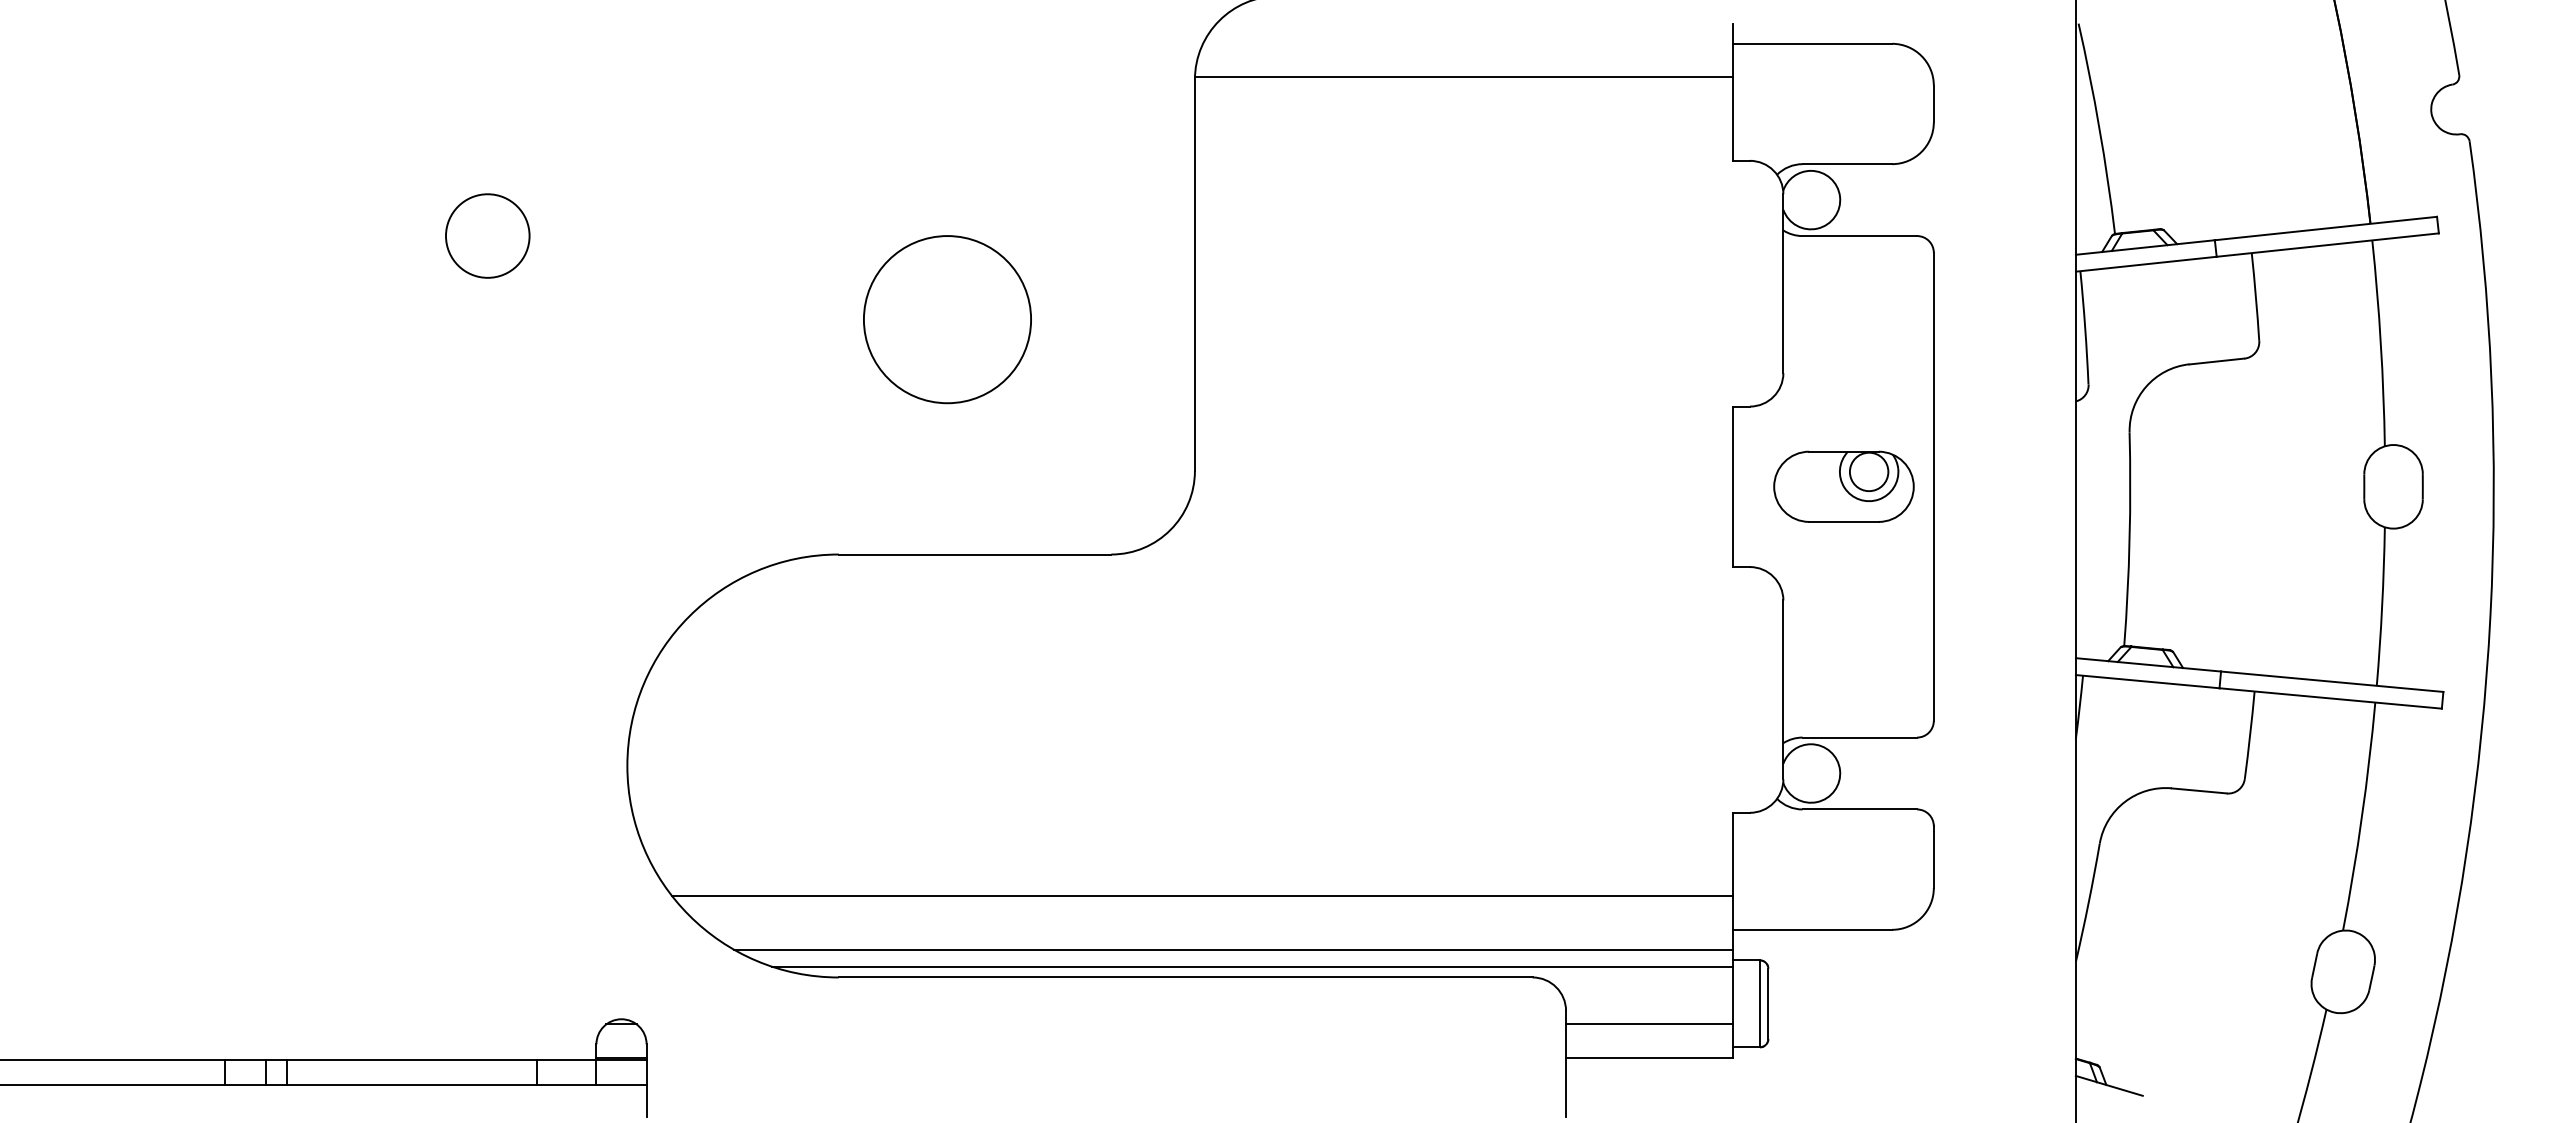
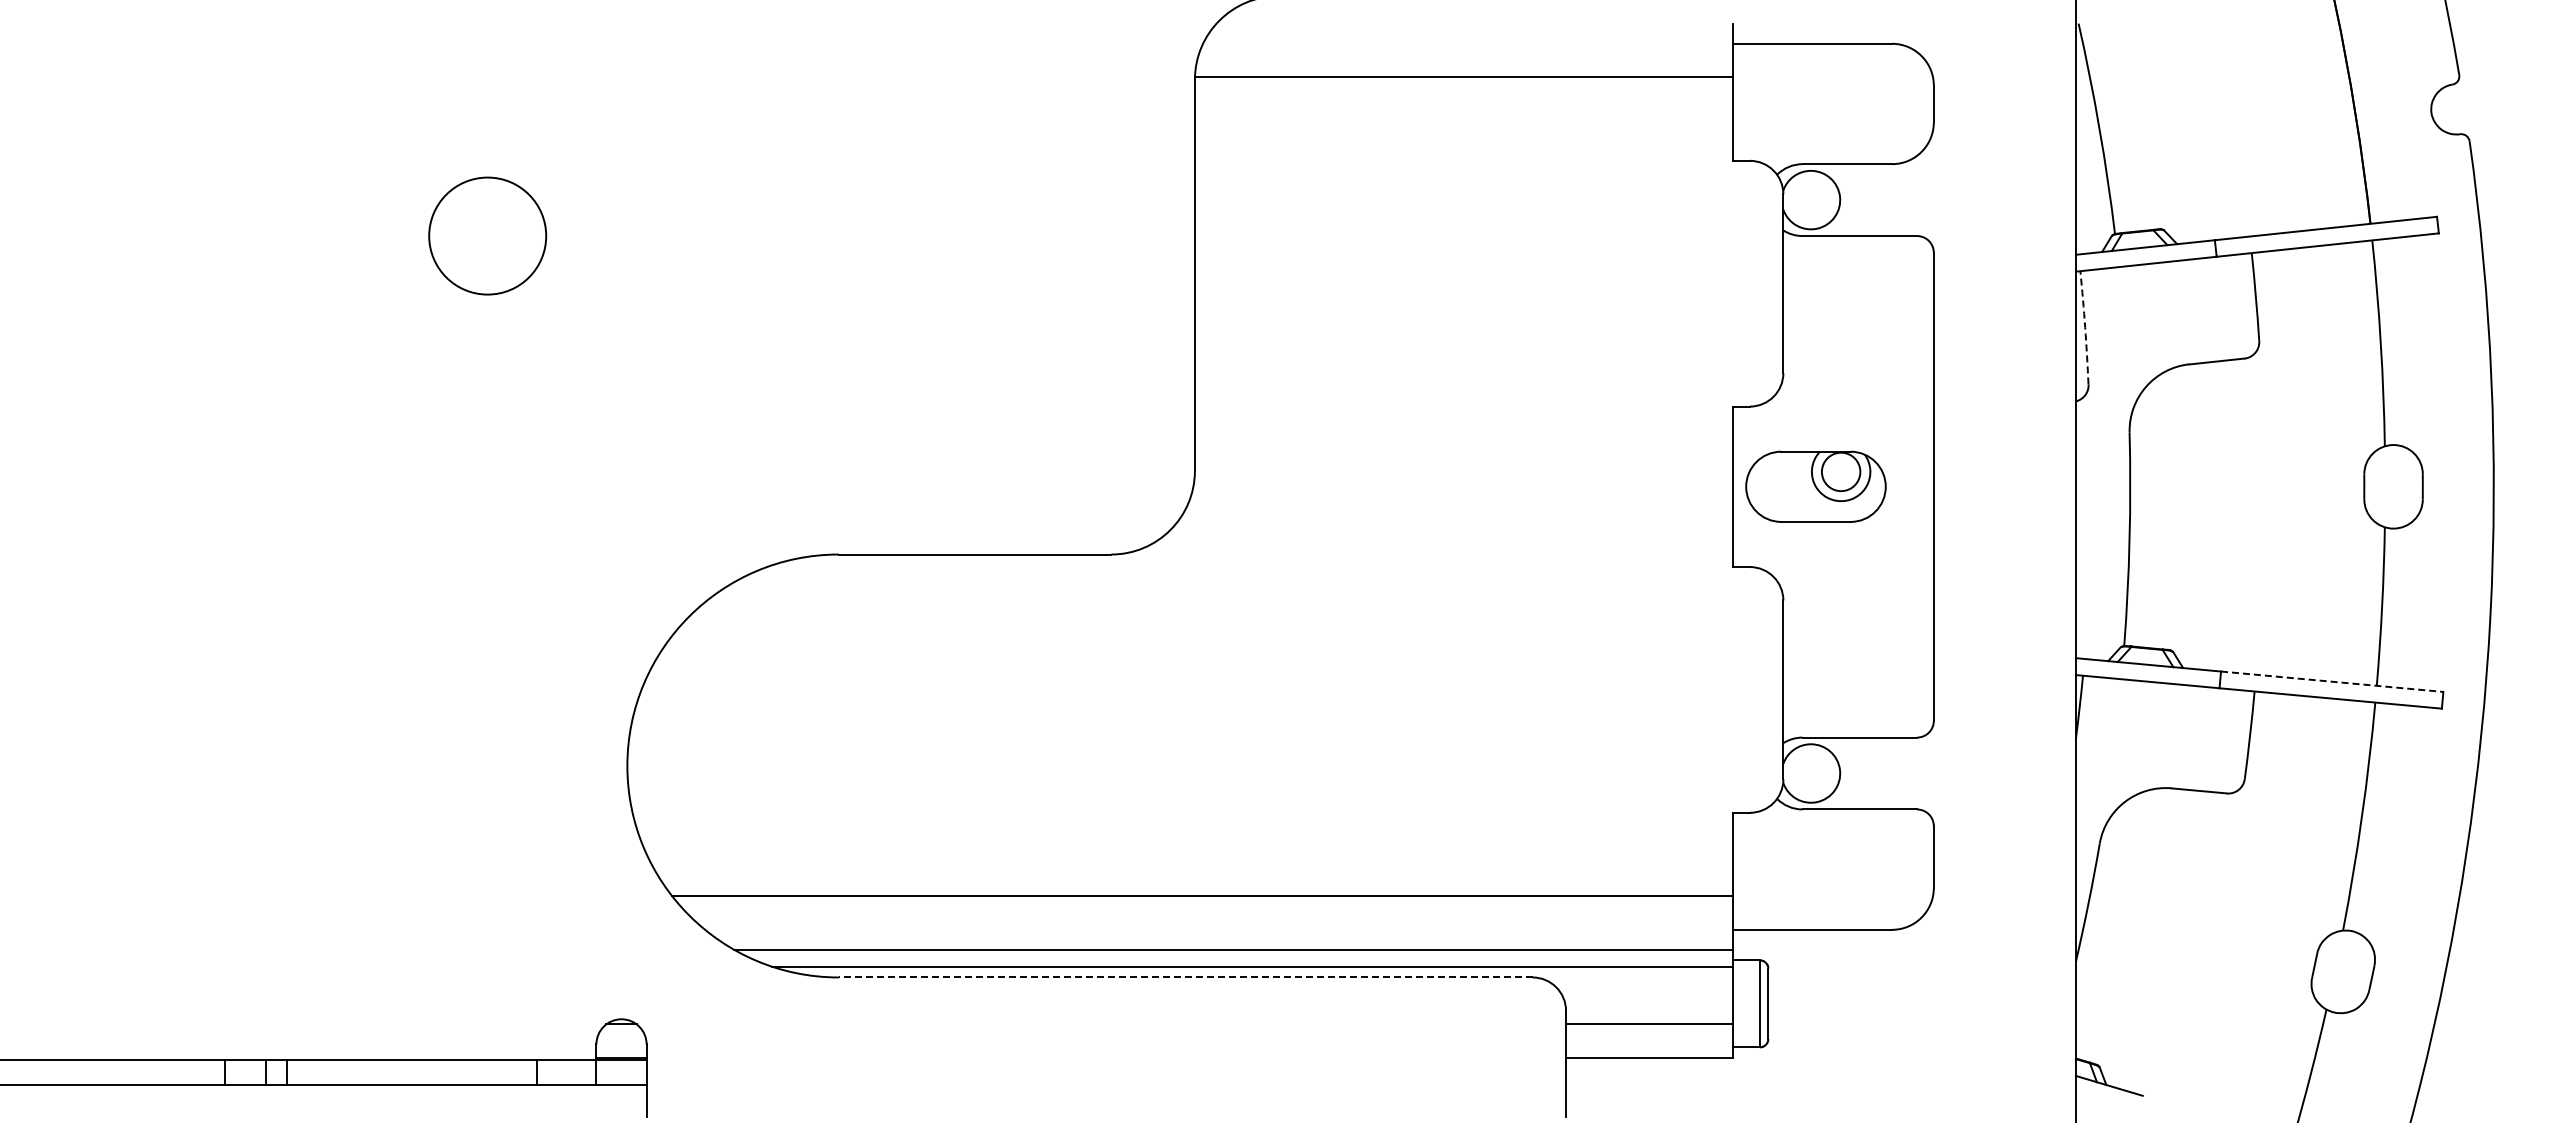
circle at (487, 235) size: 86x86 px -> 120x120 px
circle at (947, 319): present -> none
arc at (2085, 327): solid -> dashed
part at (1843, 486) position: (1843, 486) -> (1815, 486)
line at (2332, 681): solid -> dashed
line at (1185, 977): solid -> dashed
